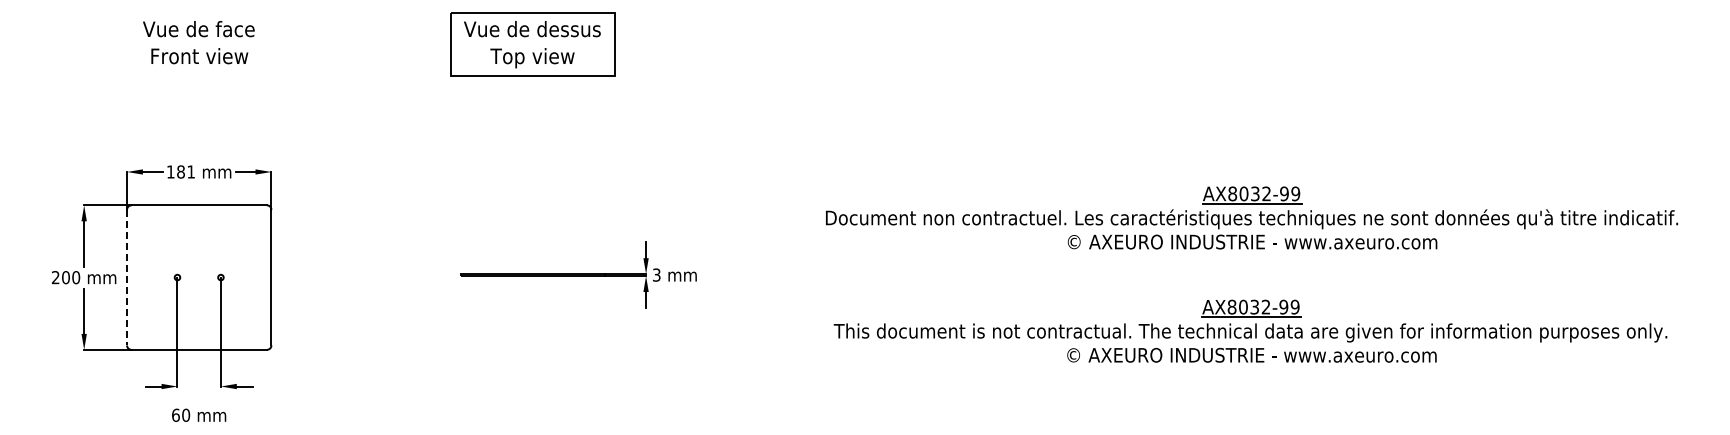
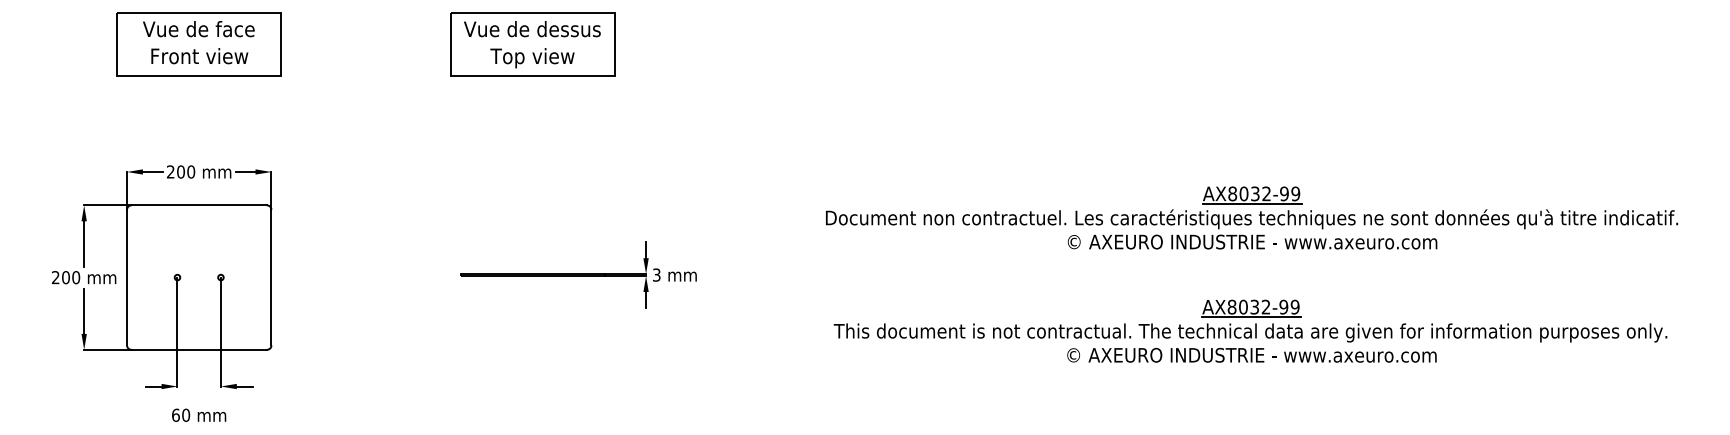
part at (198, 44): none -> present
text at (181, 171): 181 -> 200
line at (127, 277): dashed -> solid
